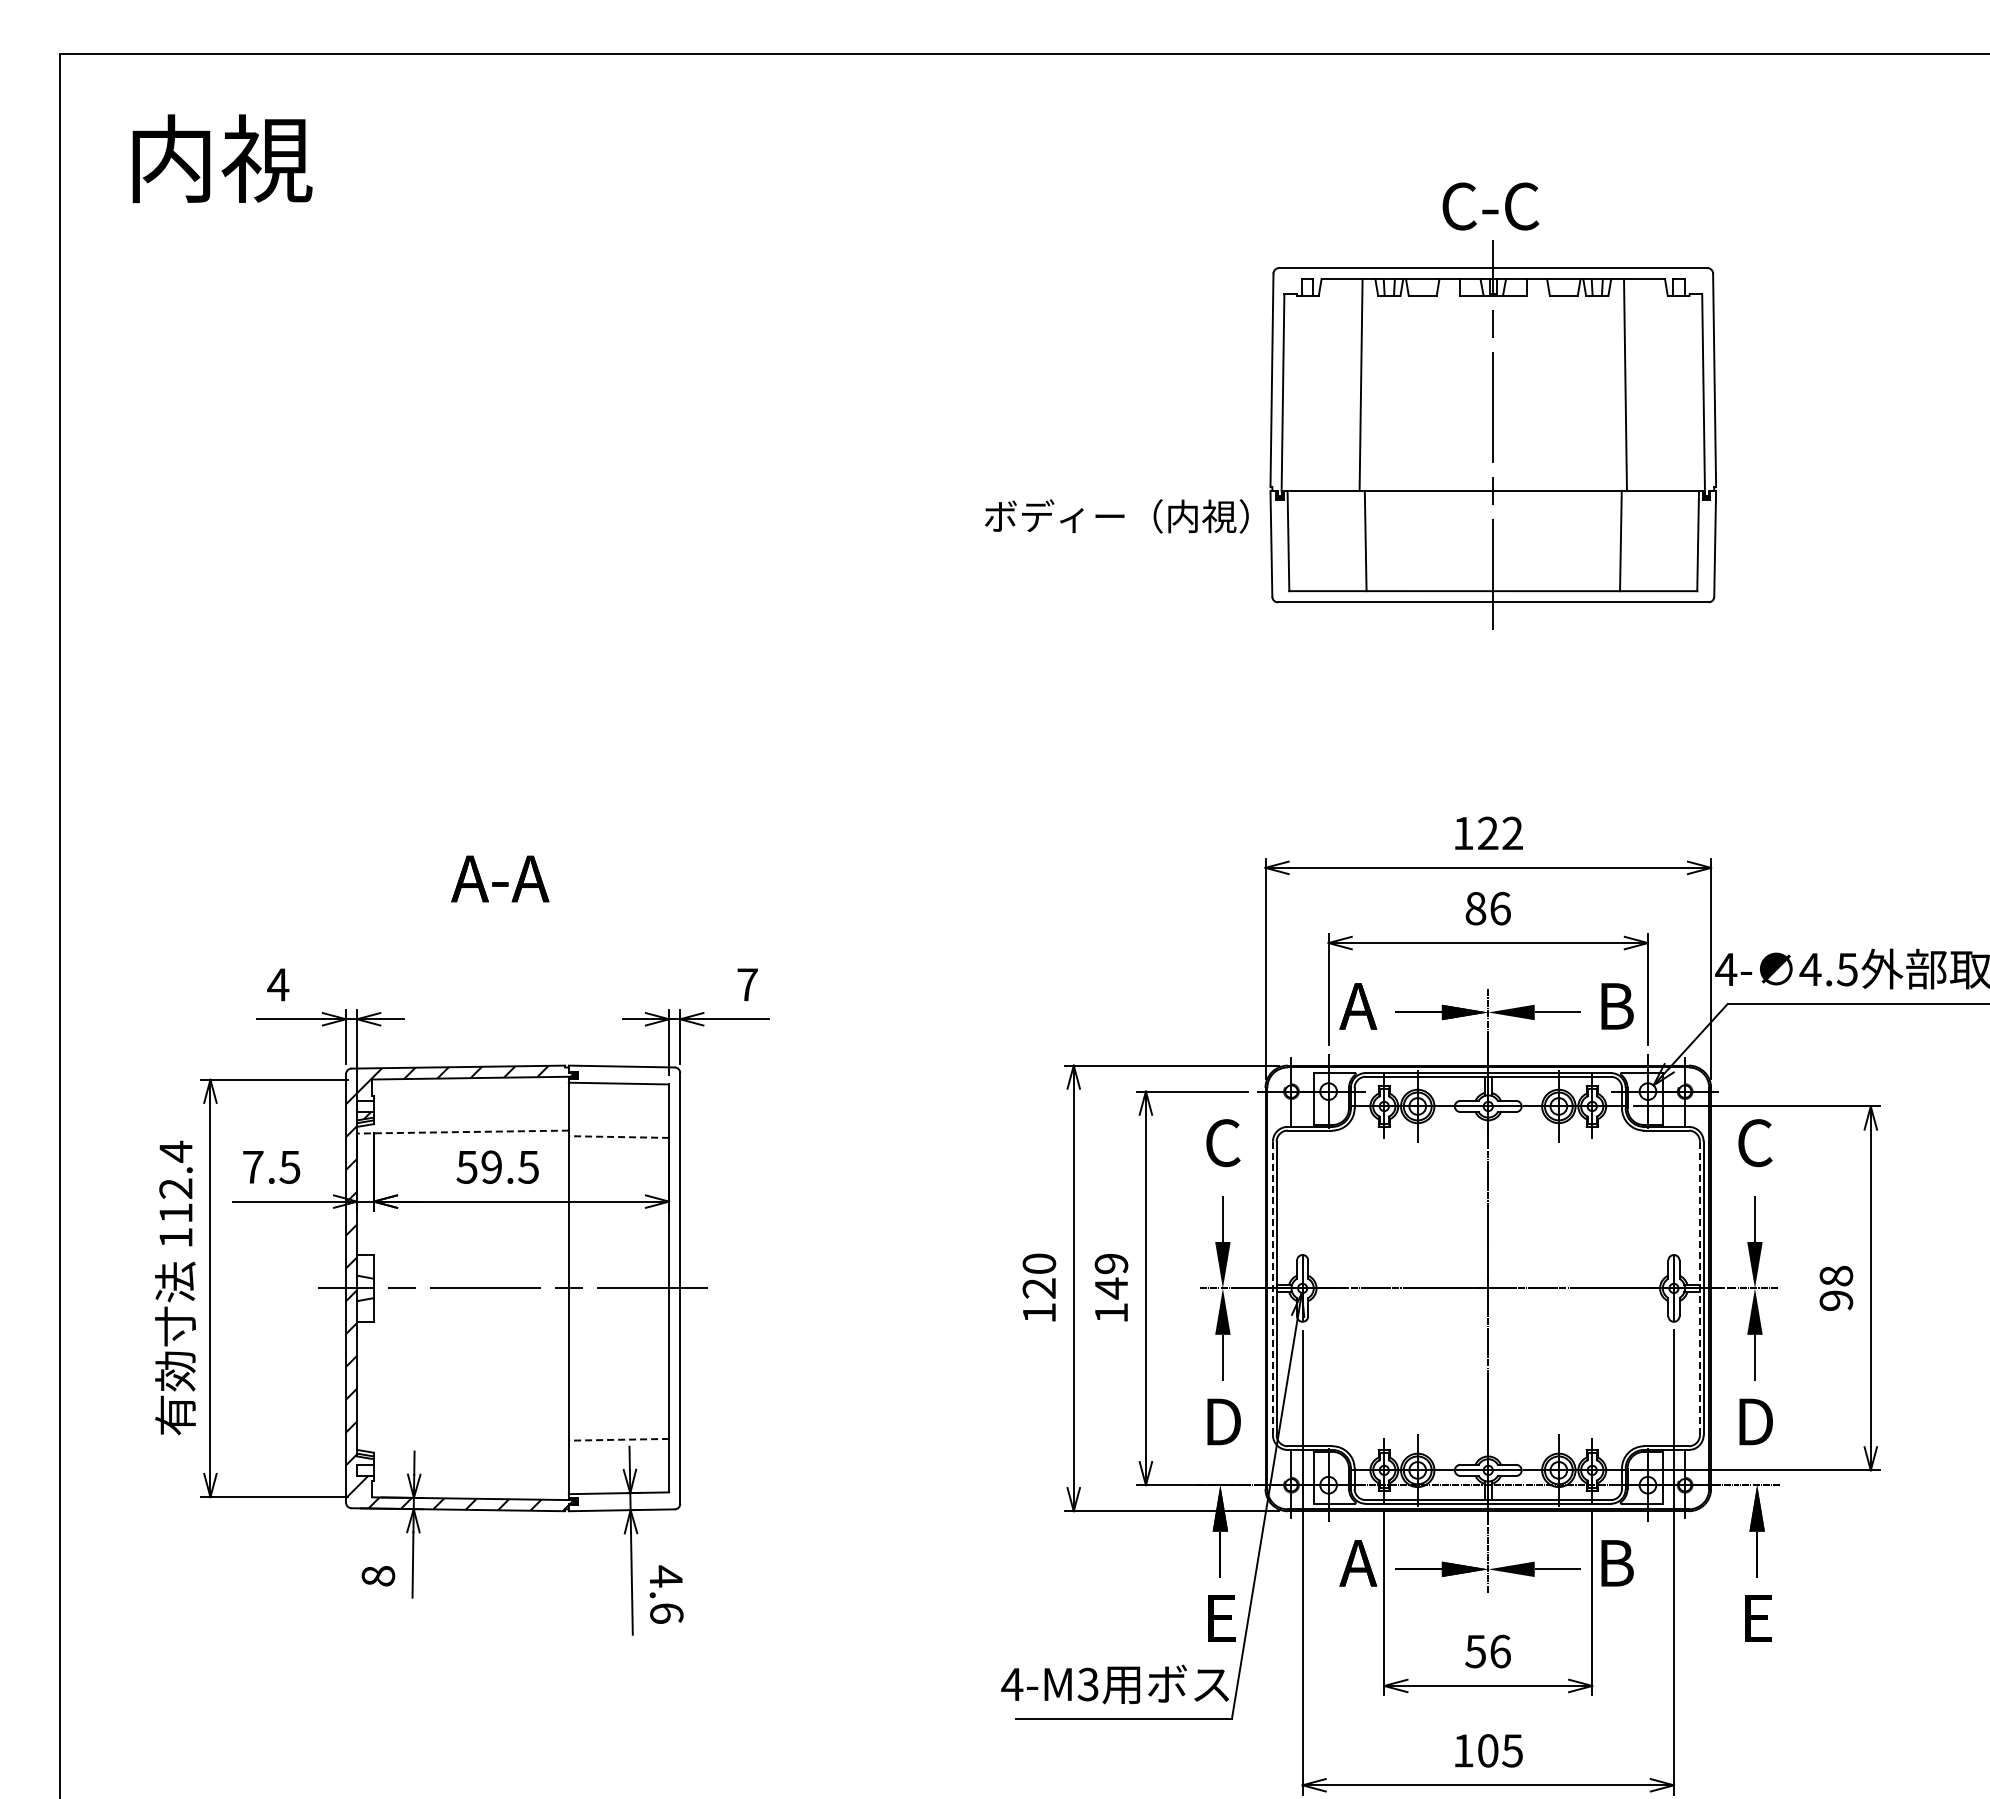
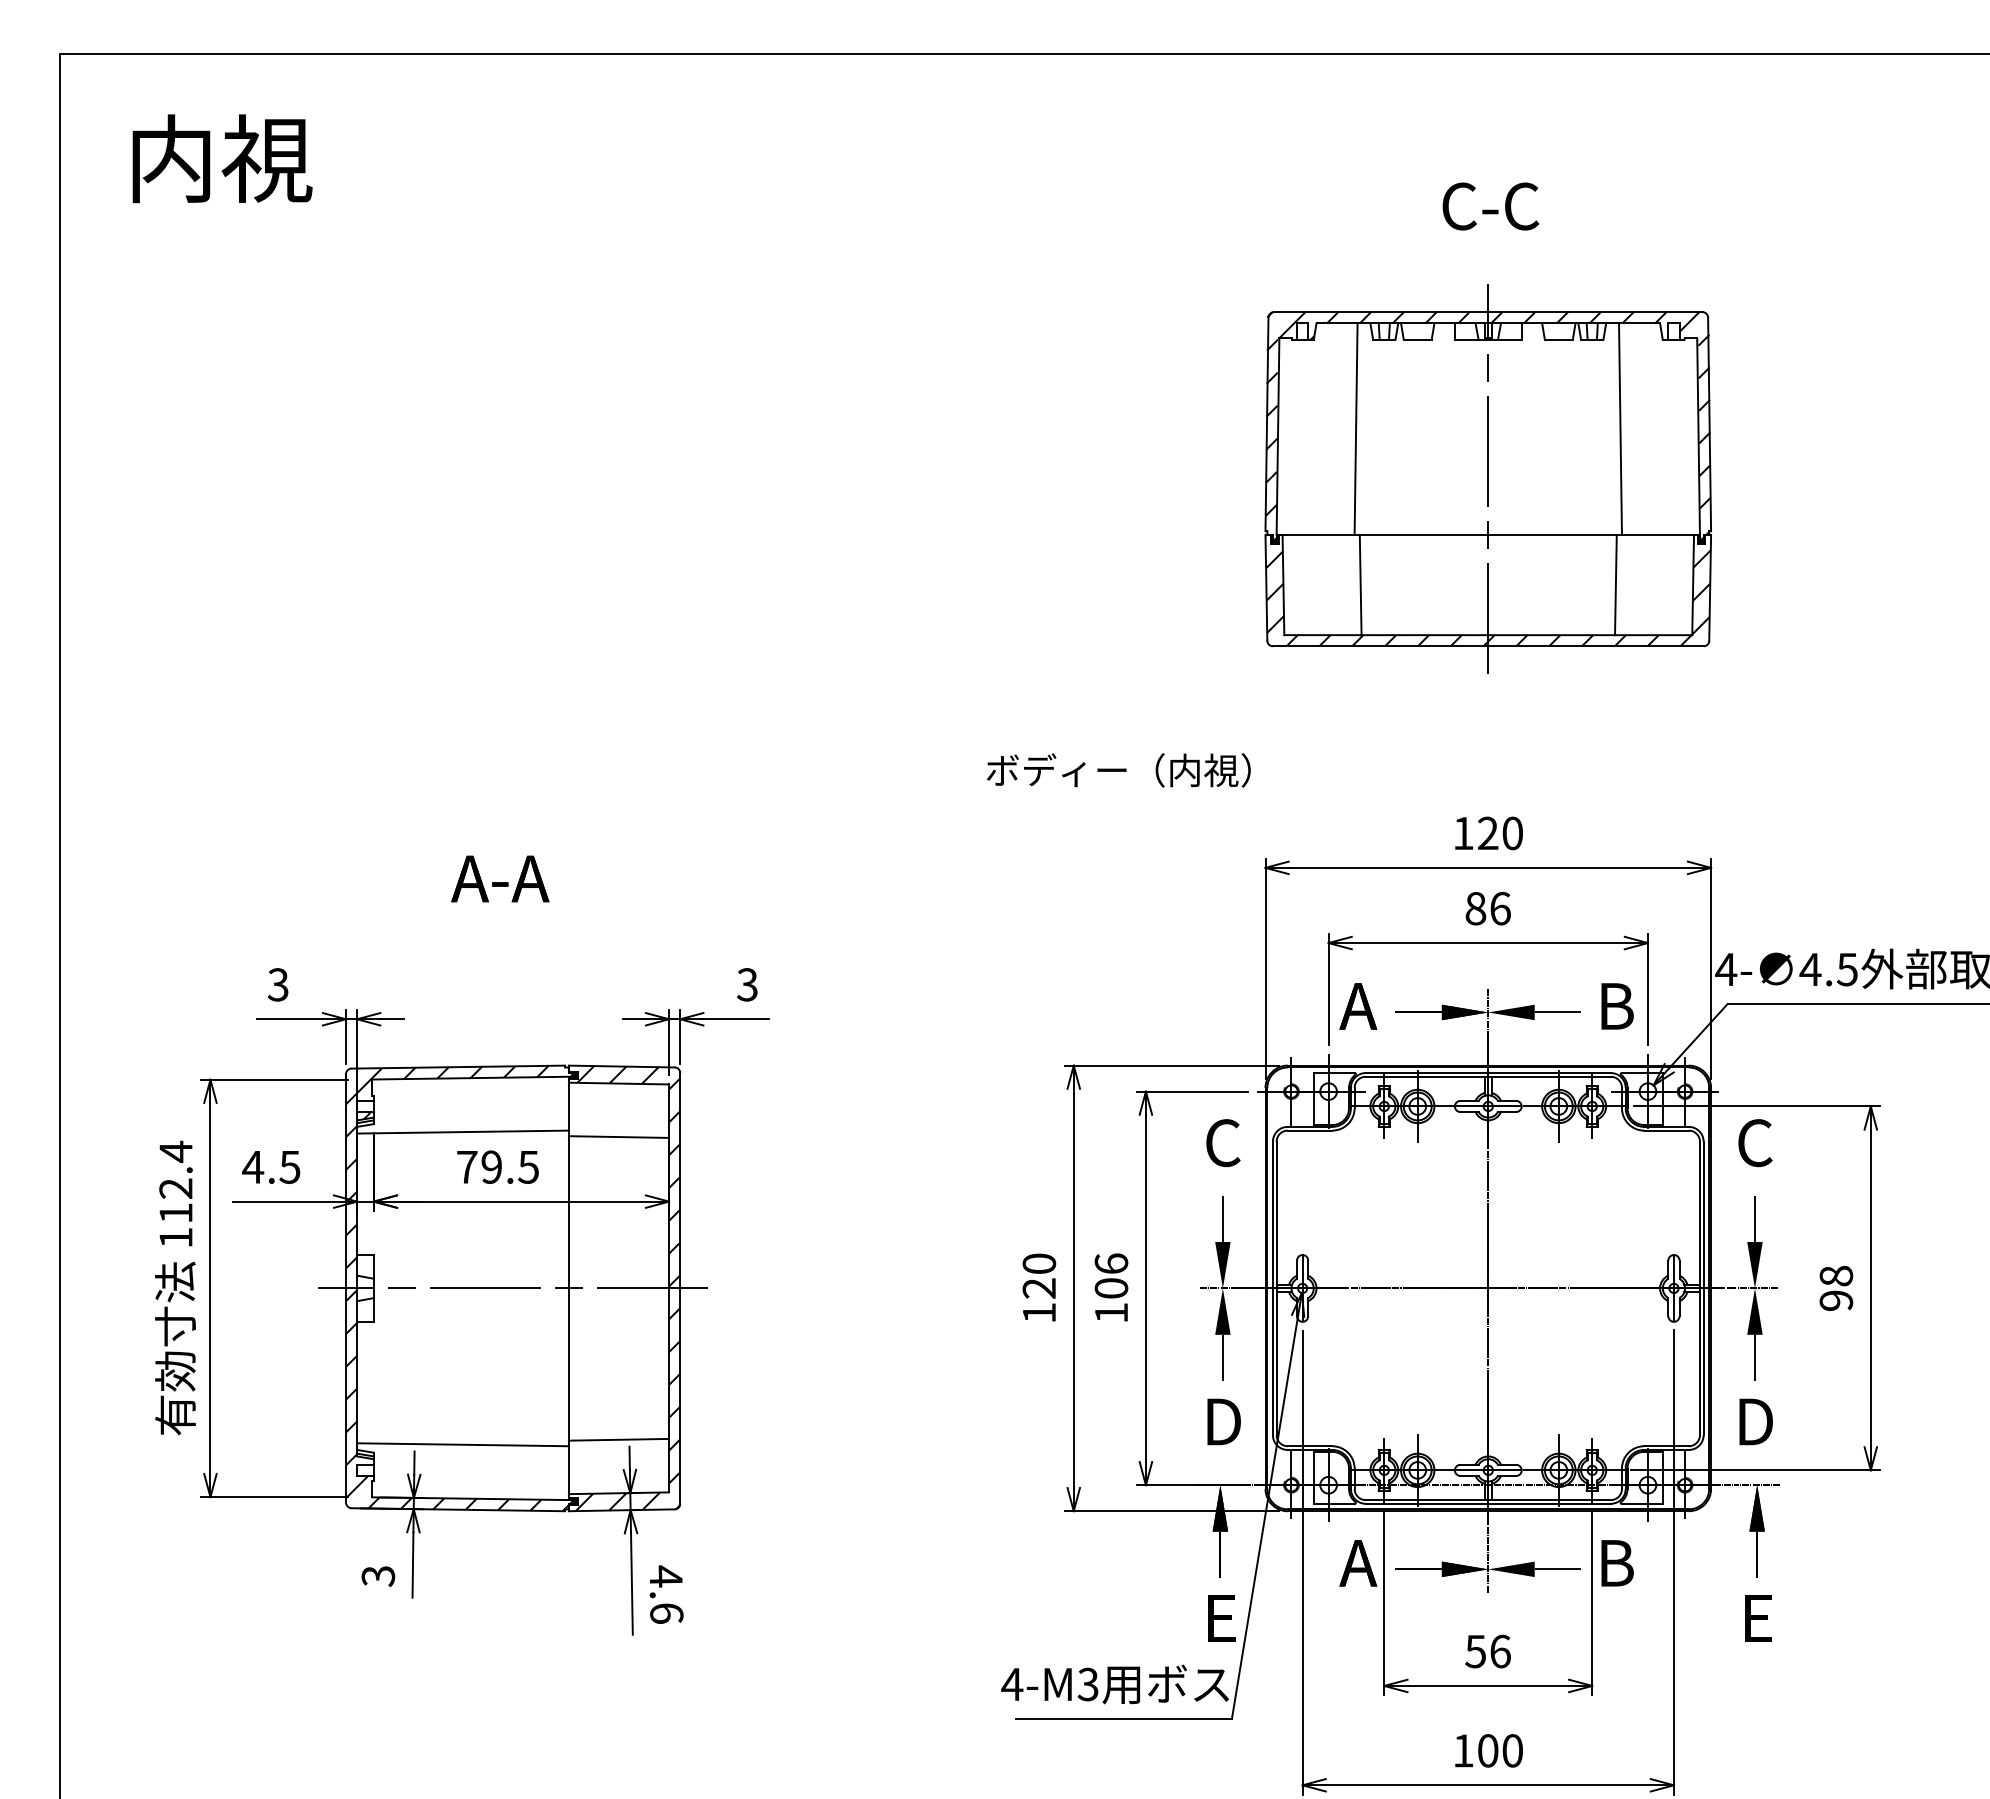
part at (1492, 434) position: (1492, 434) -> (1487, 478)
text at (1116, 516) position: (1116, 516) -> (1118, 770)
text at (1512, 833): 122 -> 120
text at (278, 984): 4 -> 3
text at (747, 984): 7 -> 3
line at (463, 1132): dashed -> solid
line at (618, 1137): dashed -> solid
text at (253, 1167): 7.5 -> 4.5
text at (466, 1167): 59.5 -> 79.5
text at (1111, 1276): 149 -> 106
hatch at (627, 1288): none -> present
line at (1272, 1288): dashed -> solid
line at (1699, 1288): dashed -> solid
line at (618, 1439): dashed -> solid
line at (462, 1444): none -> present
text at (378, 1576): 8 -> 3
text at (1512, 1750): 105 -> 100
